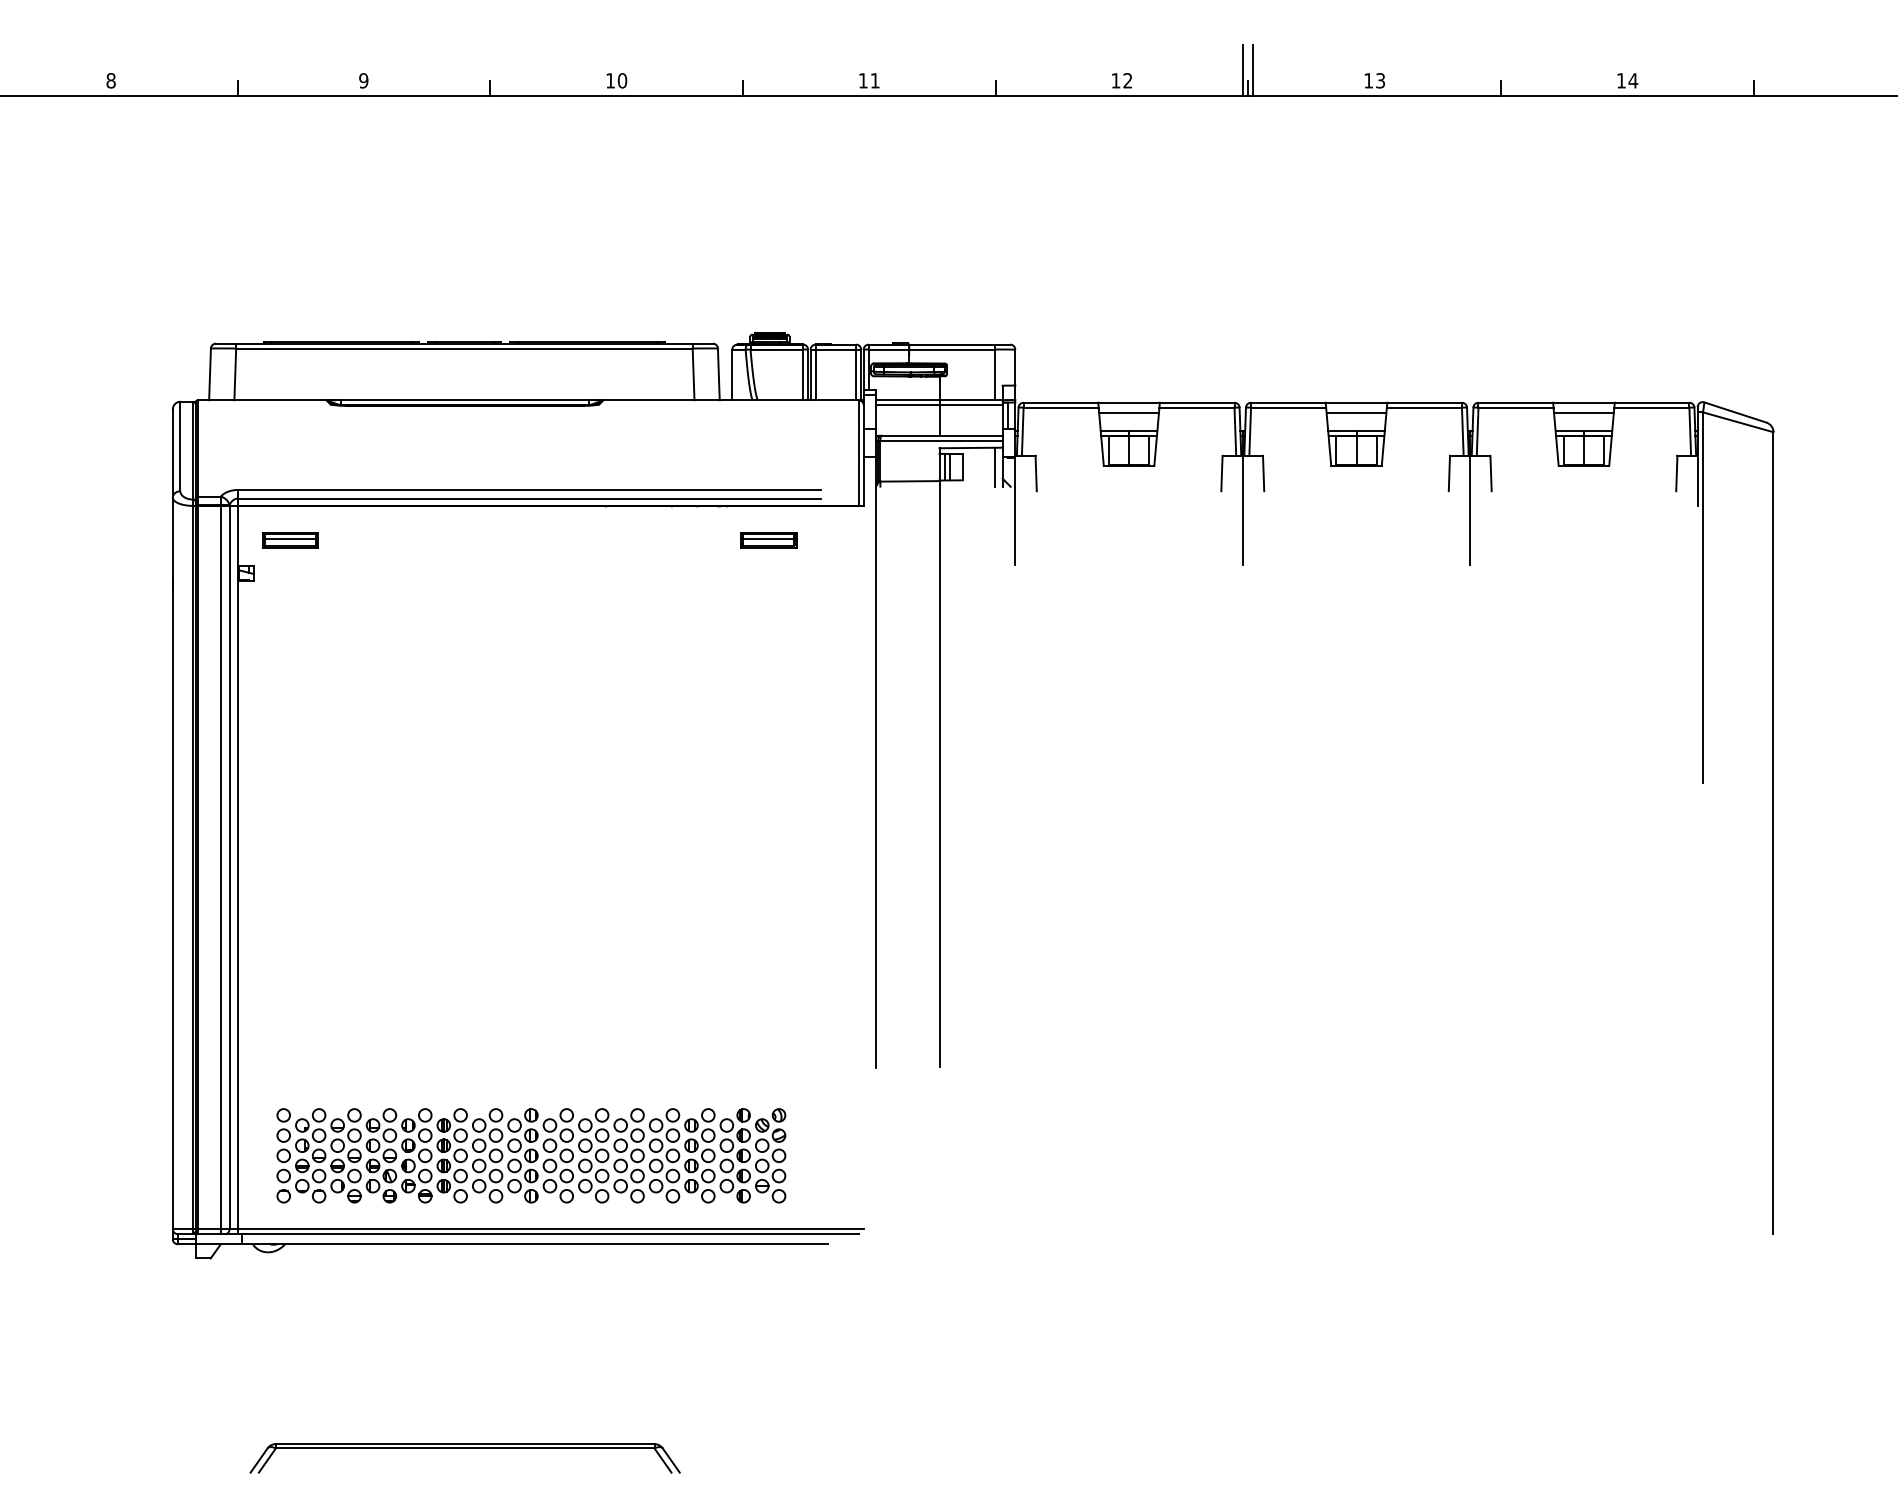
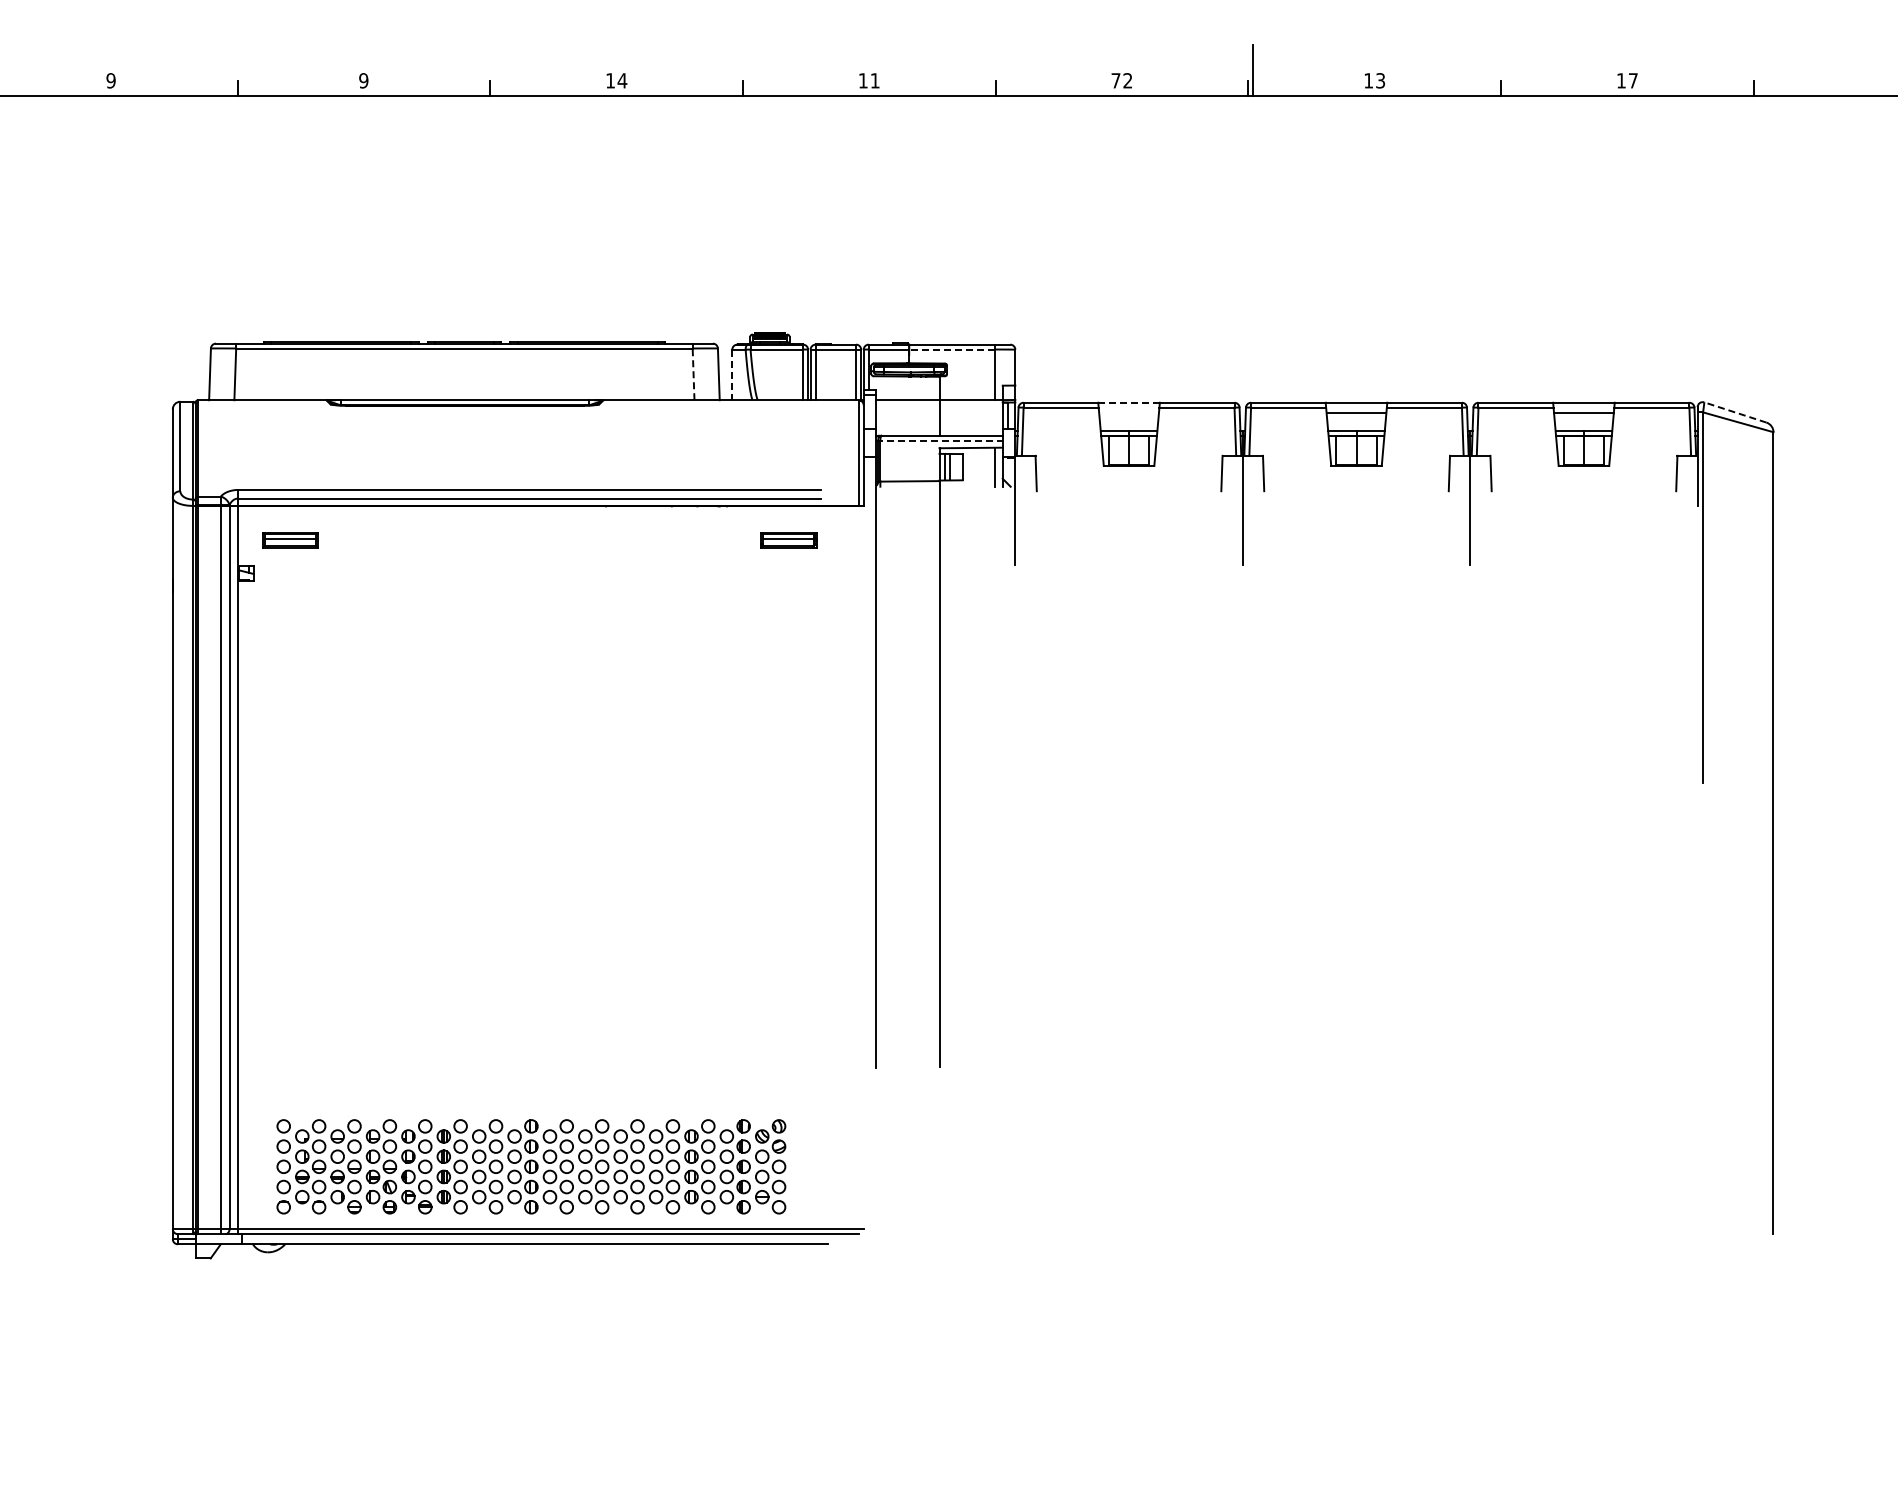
line at (1243, 70): present -> none
text at (110, 80): 8 -> 9
text at (622, 80): 10 -> 14
text at (1115, 80): 12 -> 72
text at (1633, 80): 14 -> 17
line at (952, 349): solid -> dashed
line at (693, 374): solid -> dashed
line at (732, 375): solid -> dashed
line at (1129, 402): solid -> dashed
line at (939, 405): present -> none
line at (1128, 412): present -> none
line at (1735, 412): solid -> dashed
line at (940, 440): solid -> dashed
part at (768, 540) position: (768, 540) -> (788, 540)
part at (531, 1155) position: (531, 1155) -> (531, 1166)
part at (464, 1448): present -> none
